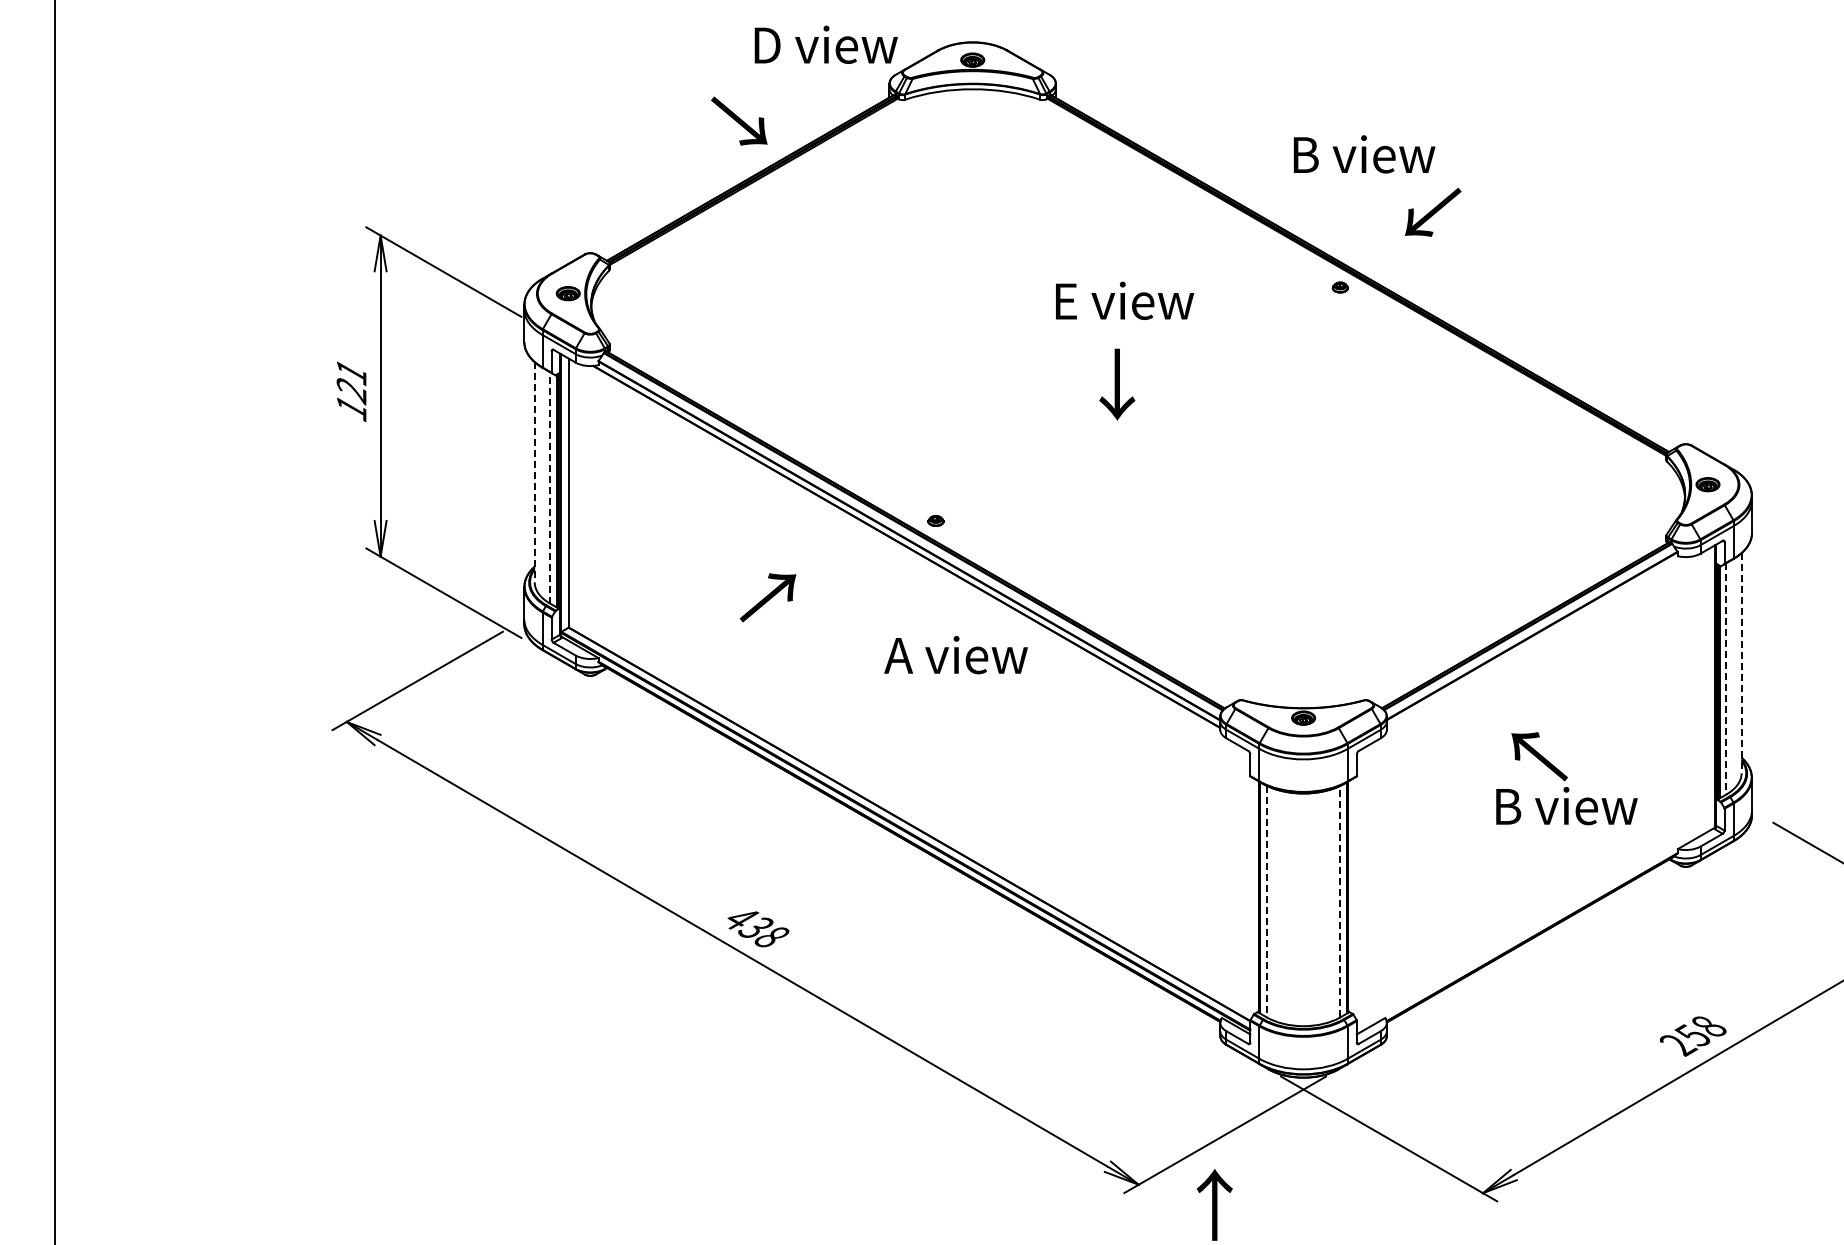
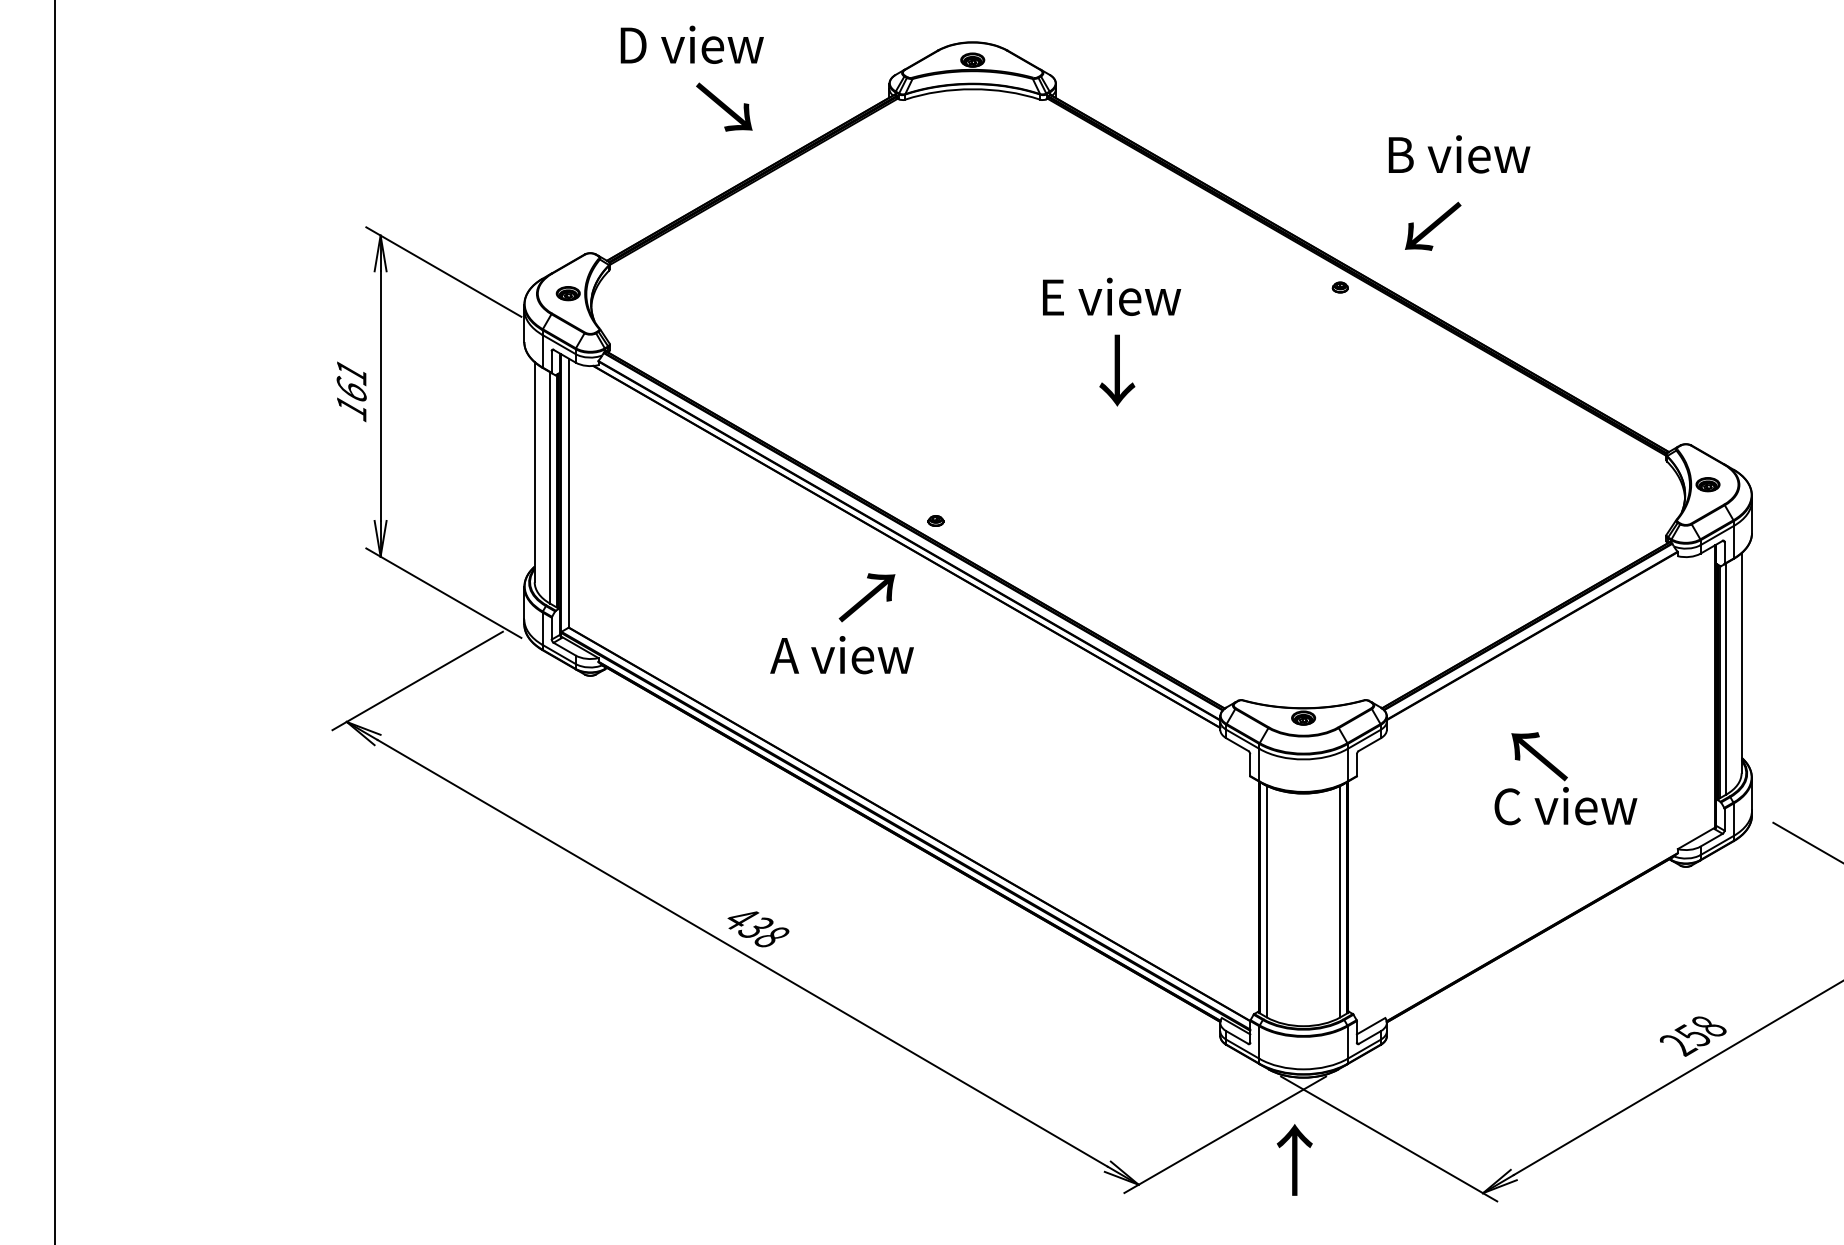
text at (825, 44) position: (825, 44) -> (691, 44)
text at (739, 120) position: (739, 120) -> (724, 106)
text at (1364, 154) position: (1364, 154) -> (1459, 154)
text at (1433, 211) position: (1433, 211) -> (1433, 225)
text at (1125, 300) position: (1125, 300) -> (1112, 296)
text at (1117, 384) position: (1117, 384) -> (1117, 370)
text at (351, 390): 121 -> 161
line at (534, 472): dashed -> solid
line at (549, 487): dashed -> solid
text at (767, 597) position: (767, 597) -> (866, 597)
text at (955, 655) position: (955, 655) -> (841, 655)
line at (1741, 663): dashed -> solid
line at (1726, 678): dashed -> solid
text at (1565, 806): B view -> C view
line at (1266, 901): dashed -> solid
line at (1340, 901): dashed -> solid
text at (1214, 1204) position: (1214, 1204) -> (1294, 1159)
